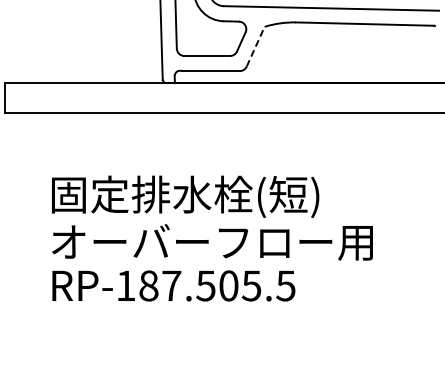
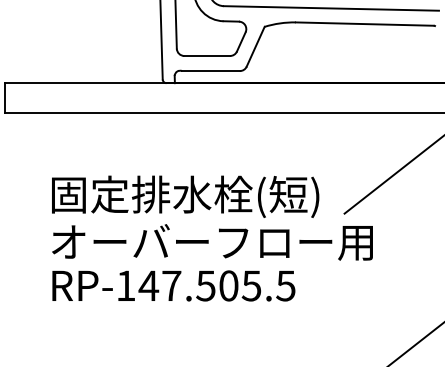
line at (255, 46): dashed -> solid
line at (392, 175): none -> present
text at (148, 285): RP-187.505.5 -> RP-147.505.5
line at (416, 343): none -> present
